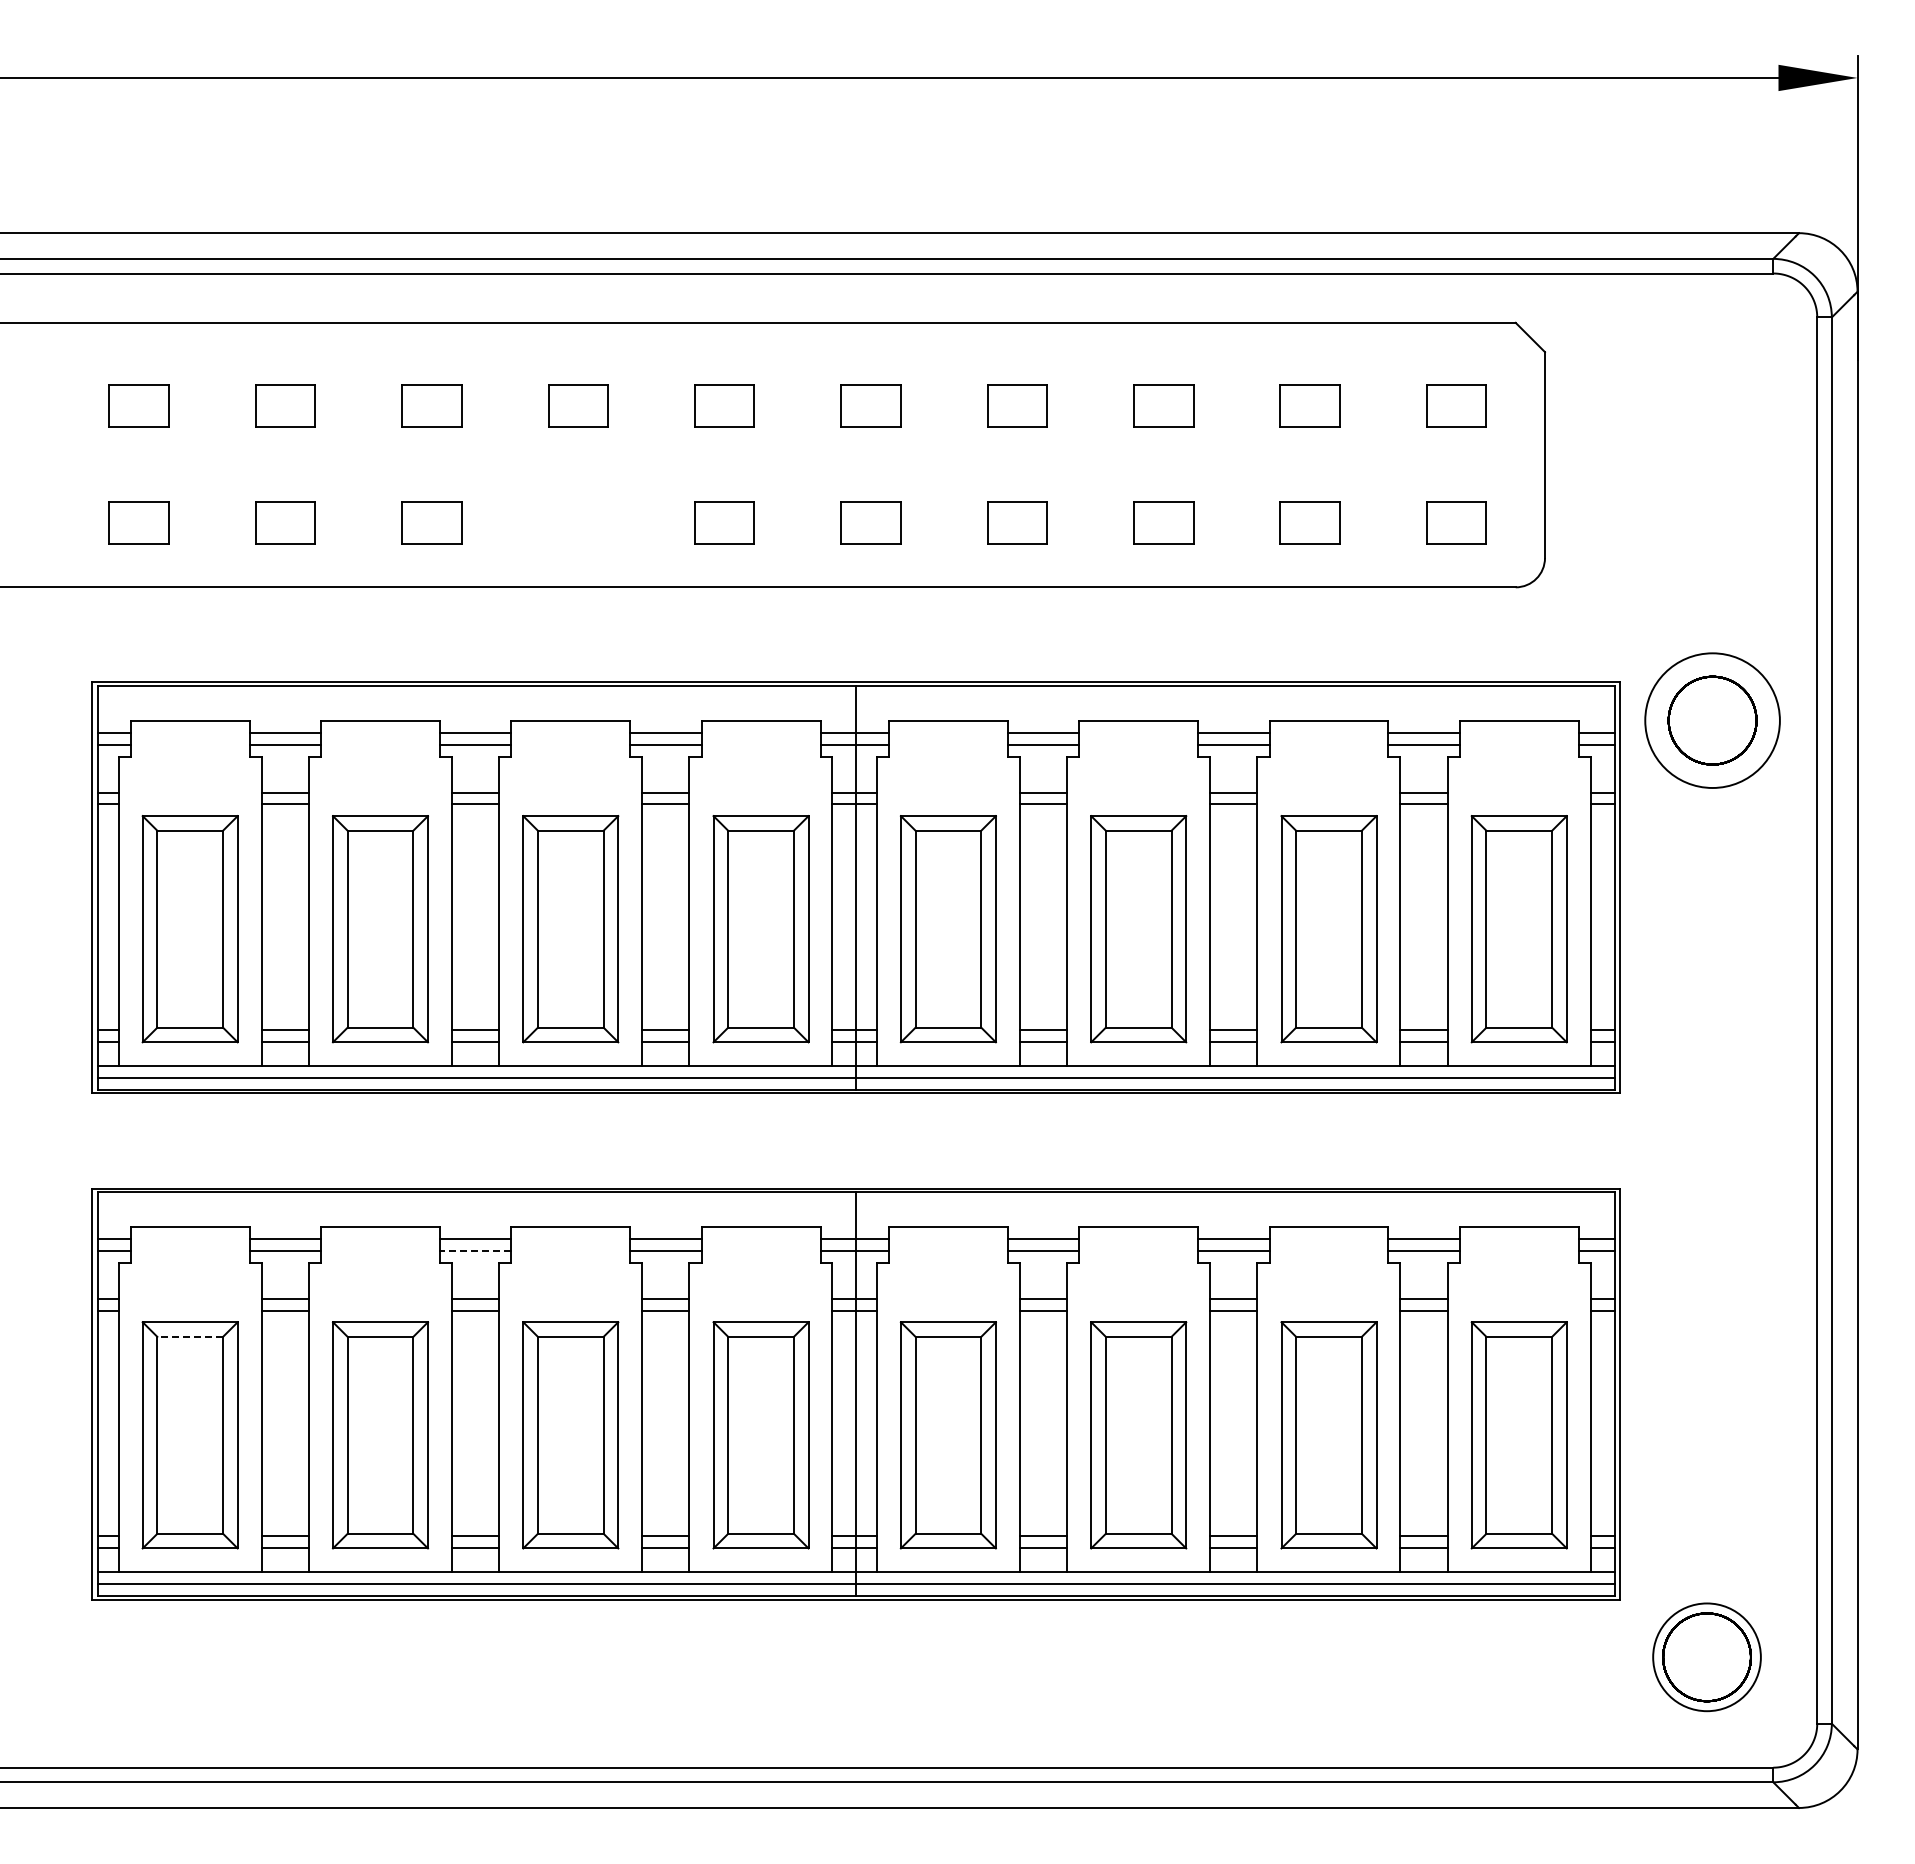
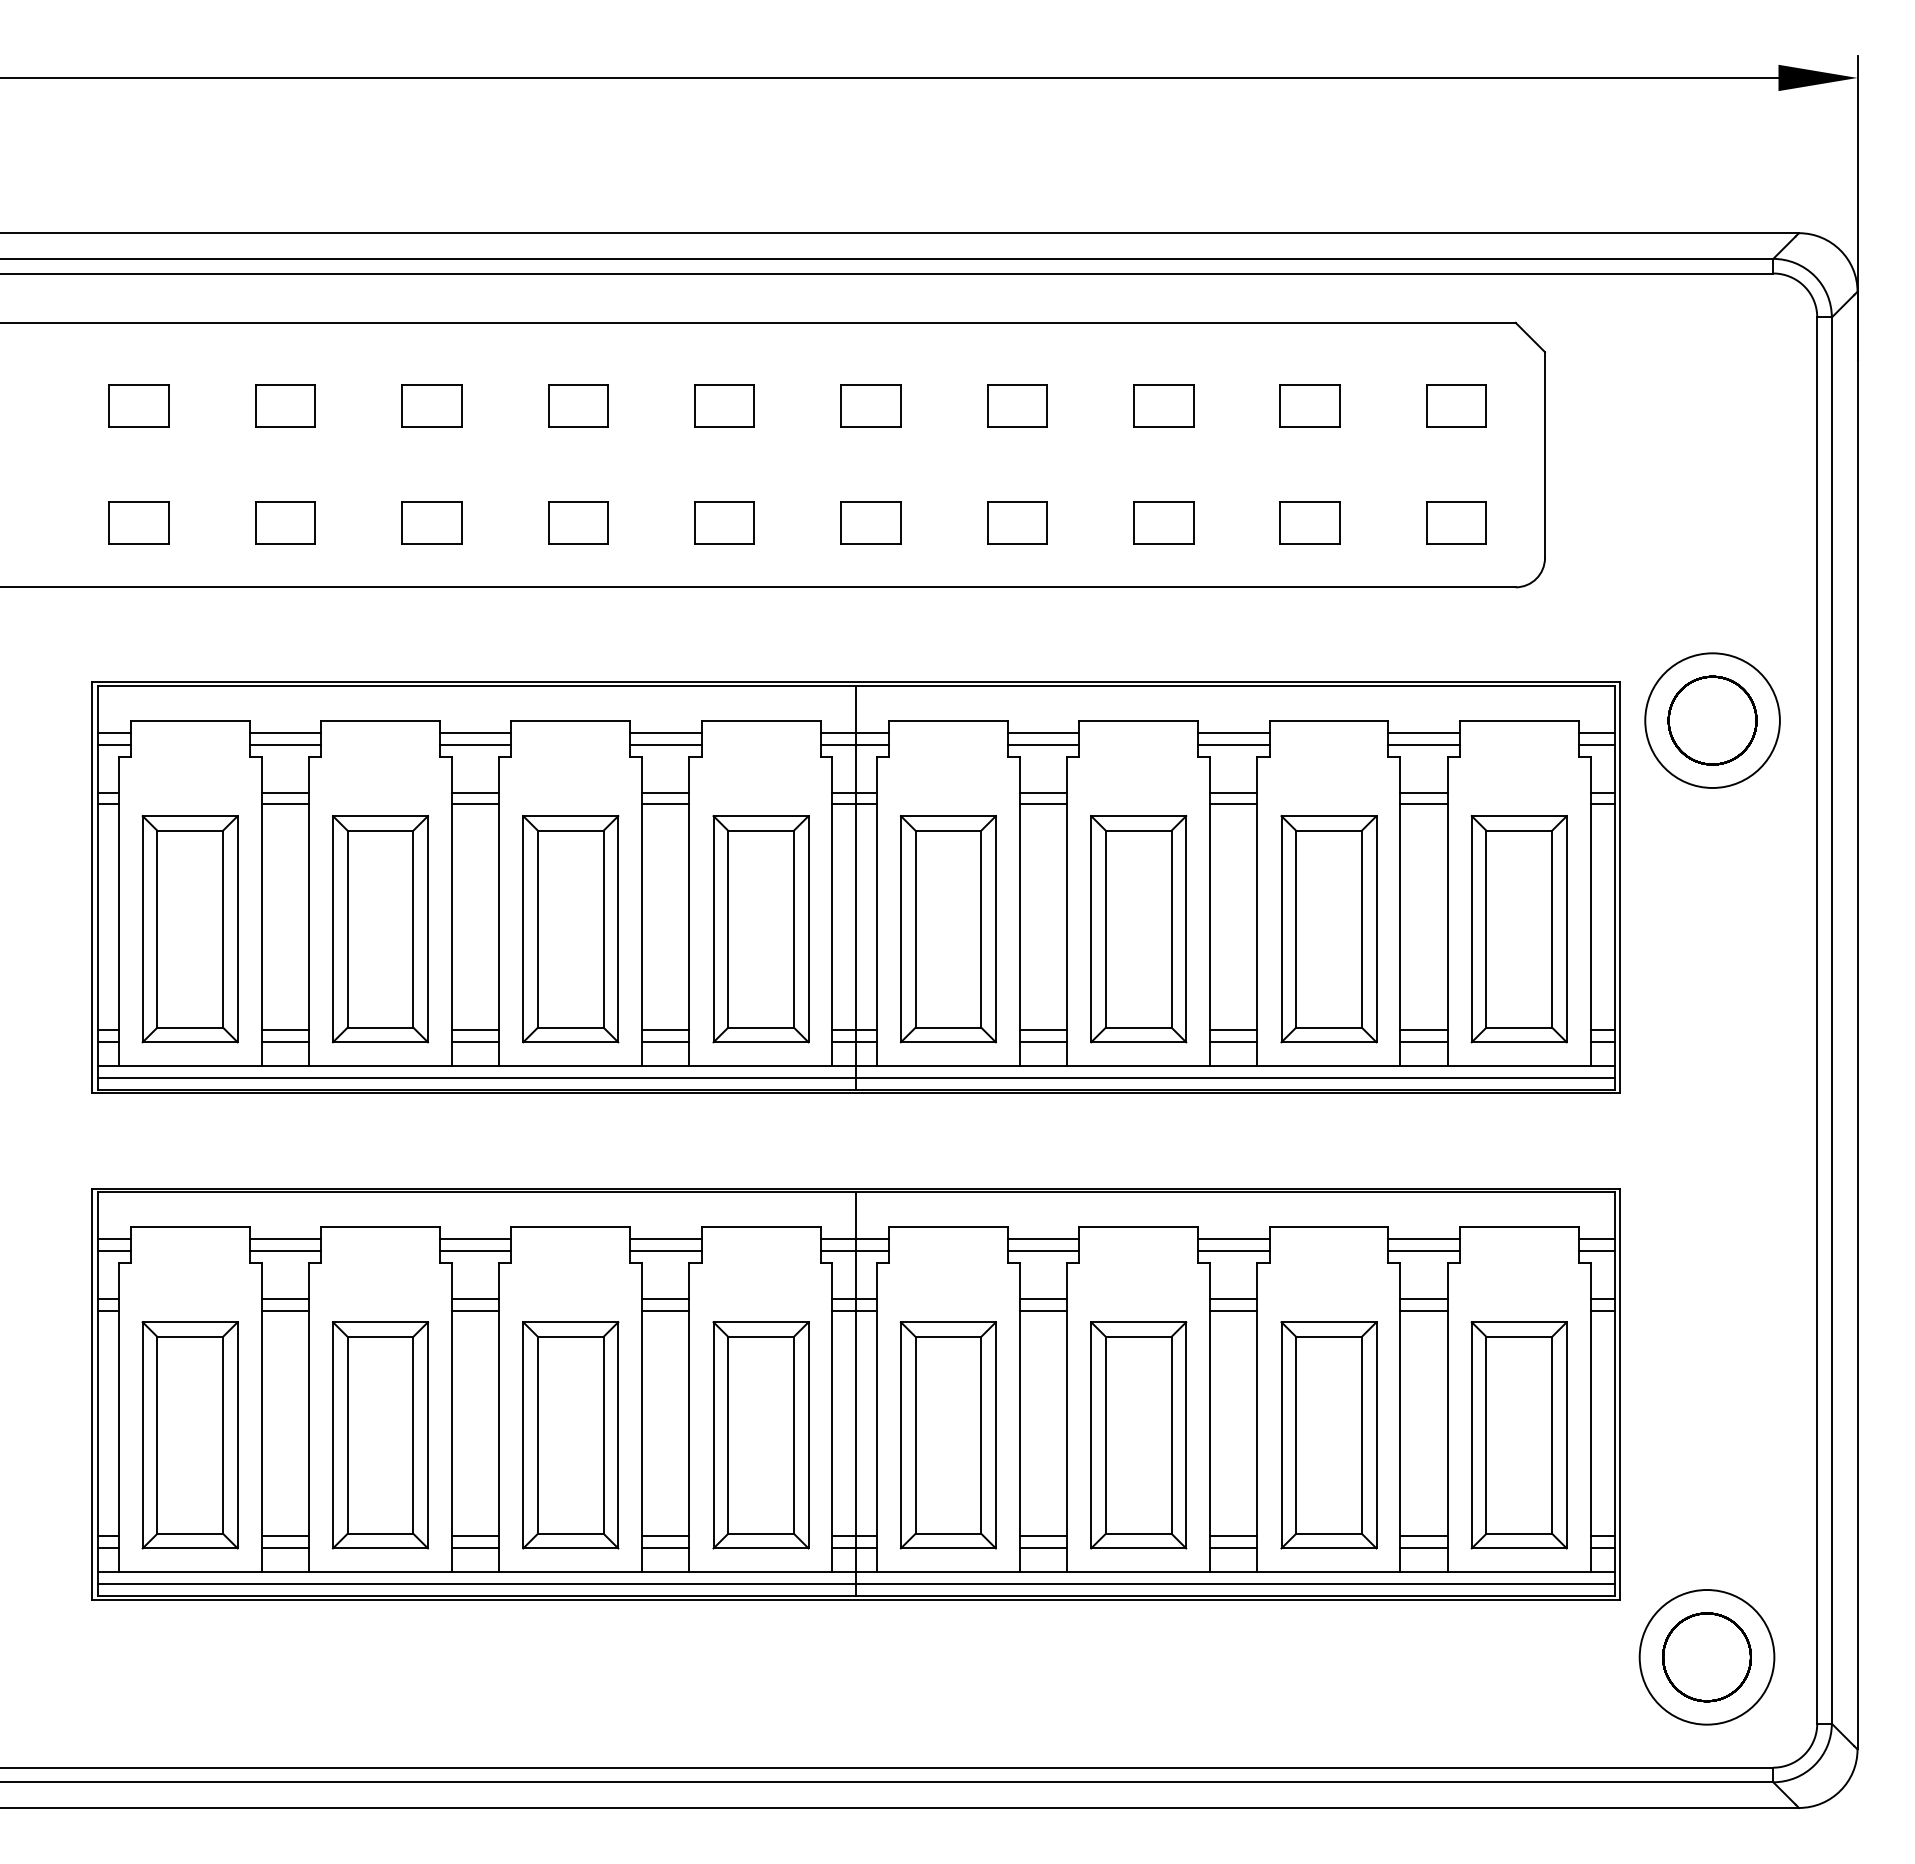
part at (578, 522): none -> present
line at (475, 1251): dashed -> solid
line at (190, 1336): dashed -> solid
circle at (1706, 1657) diameter: 108 px -> 135 px
